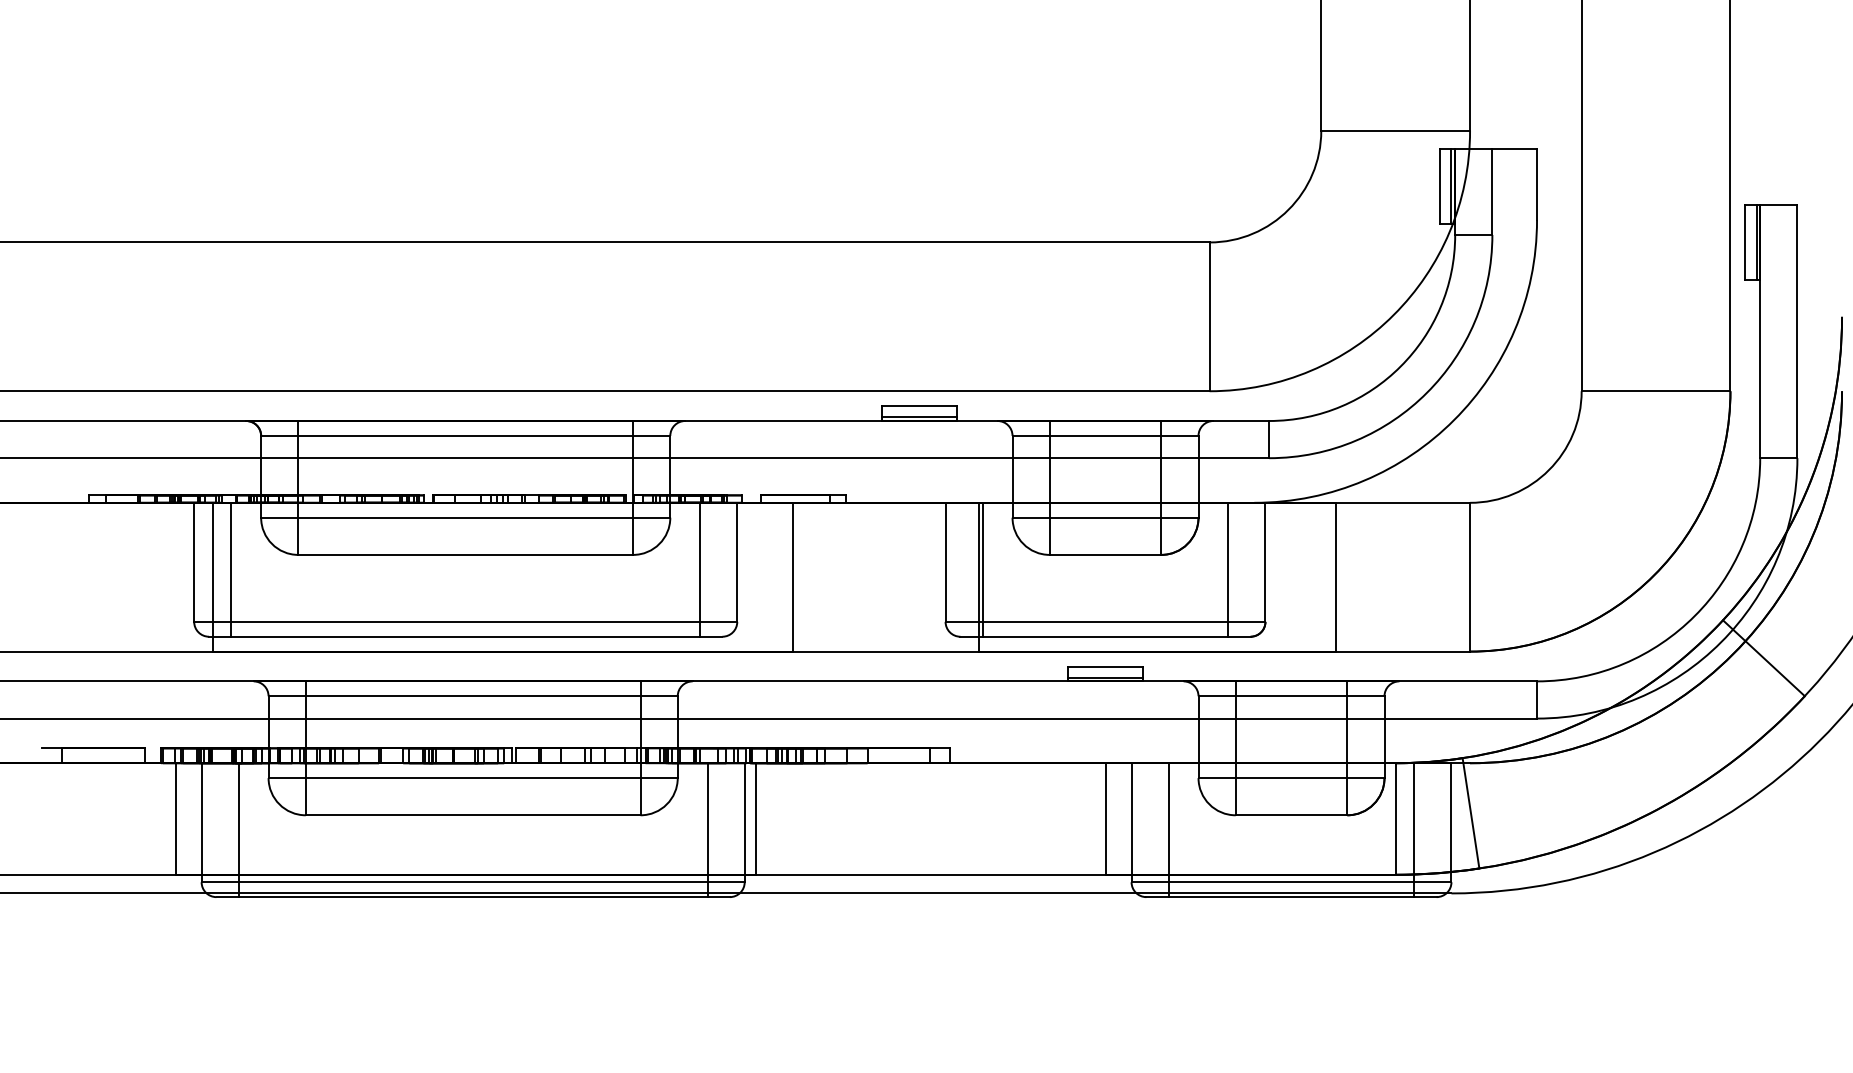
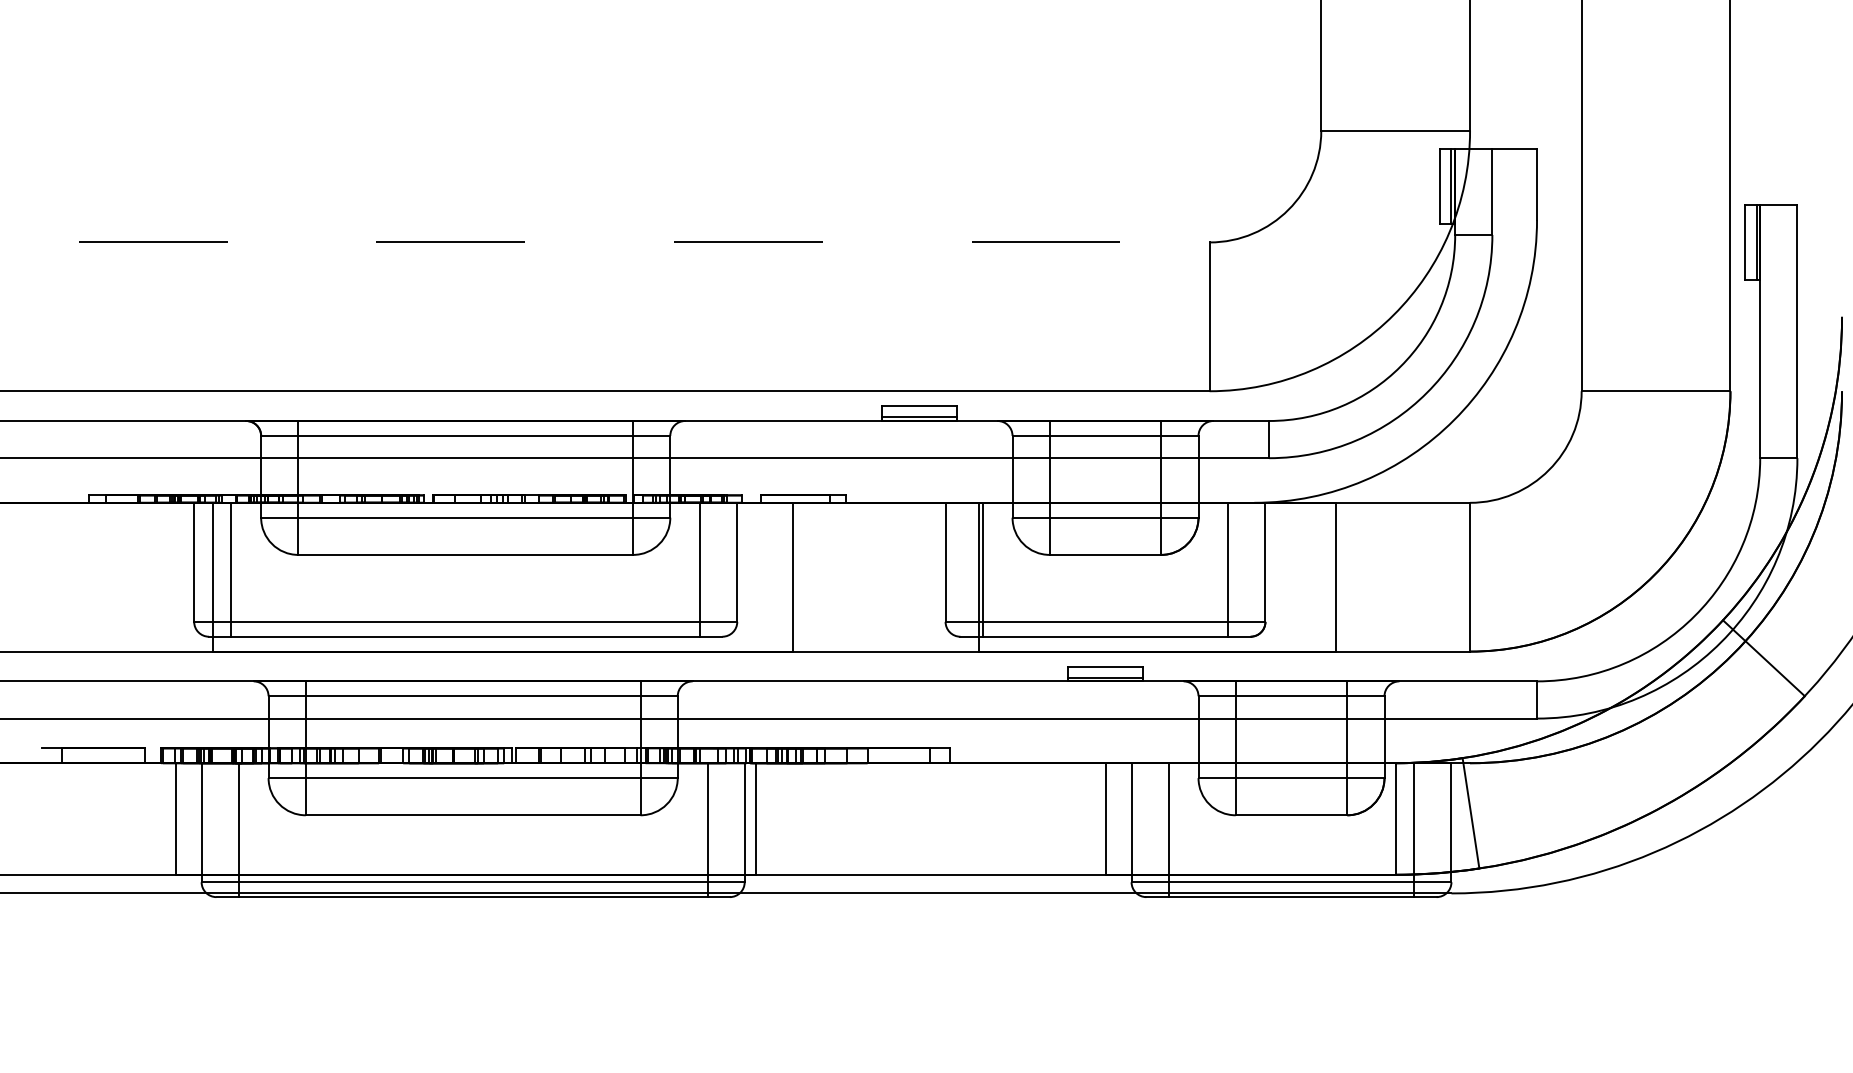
line at (604, 242): solid -> dashed
